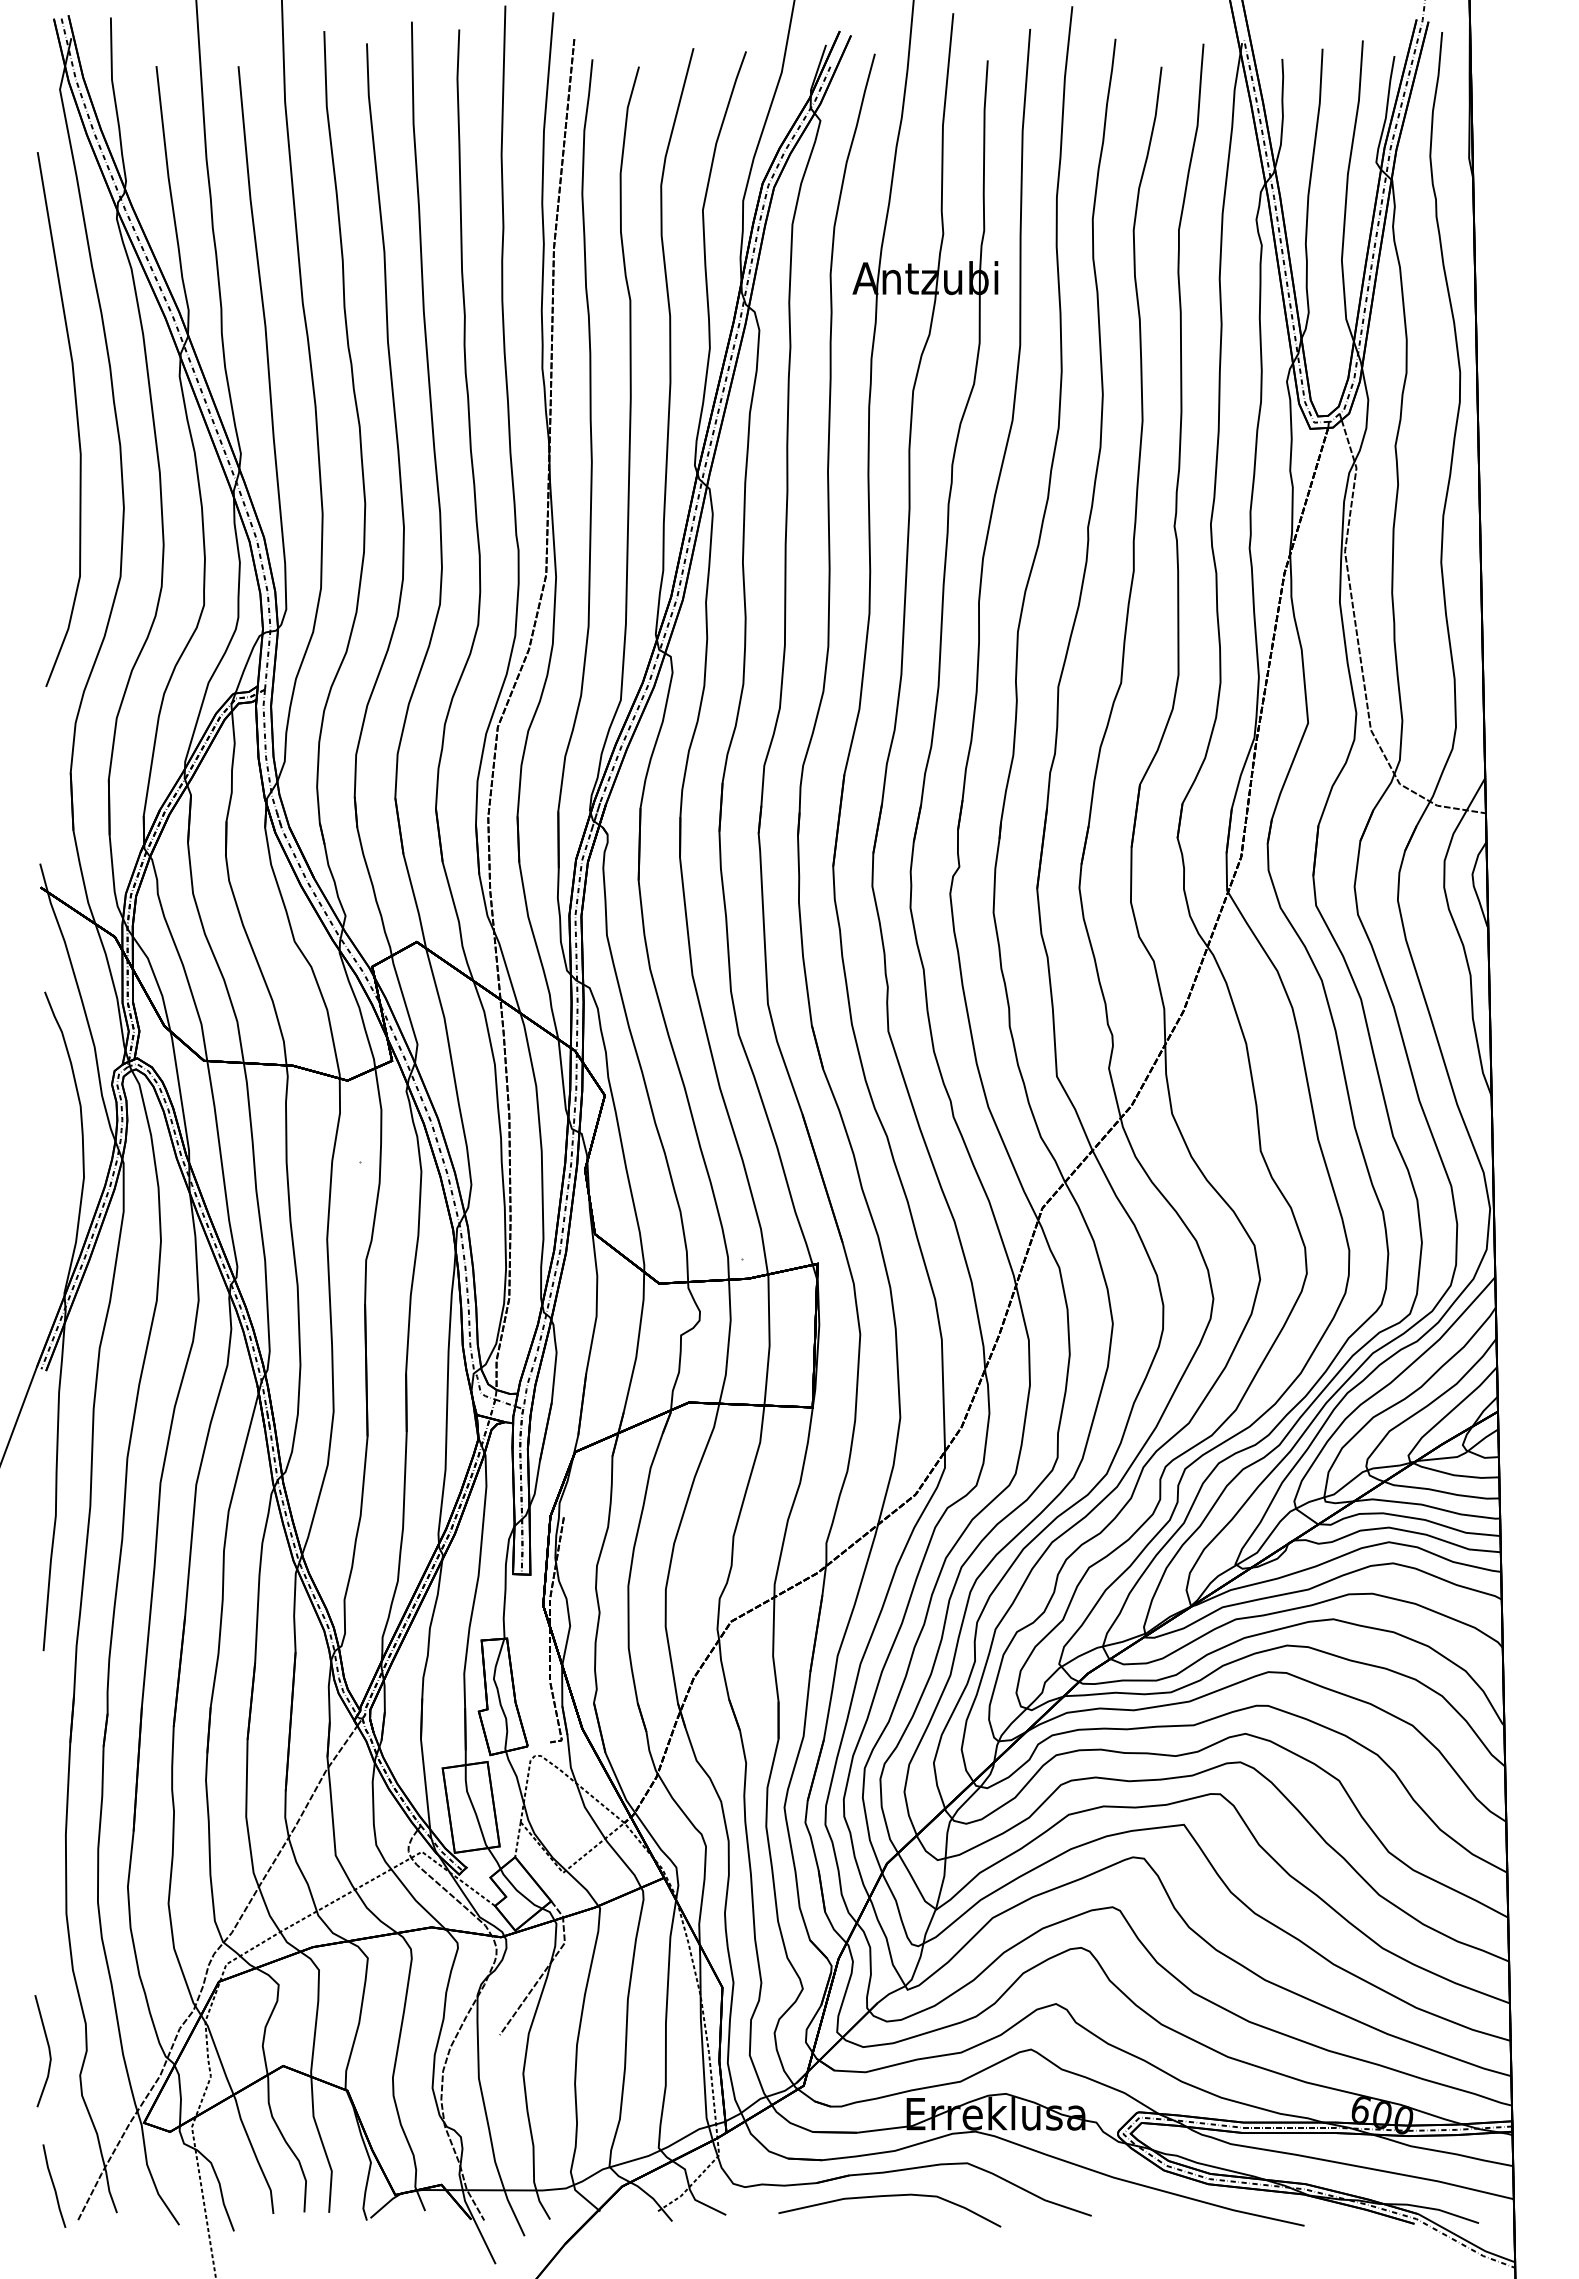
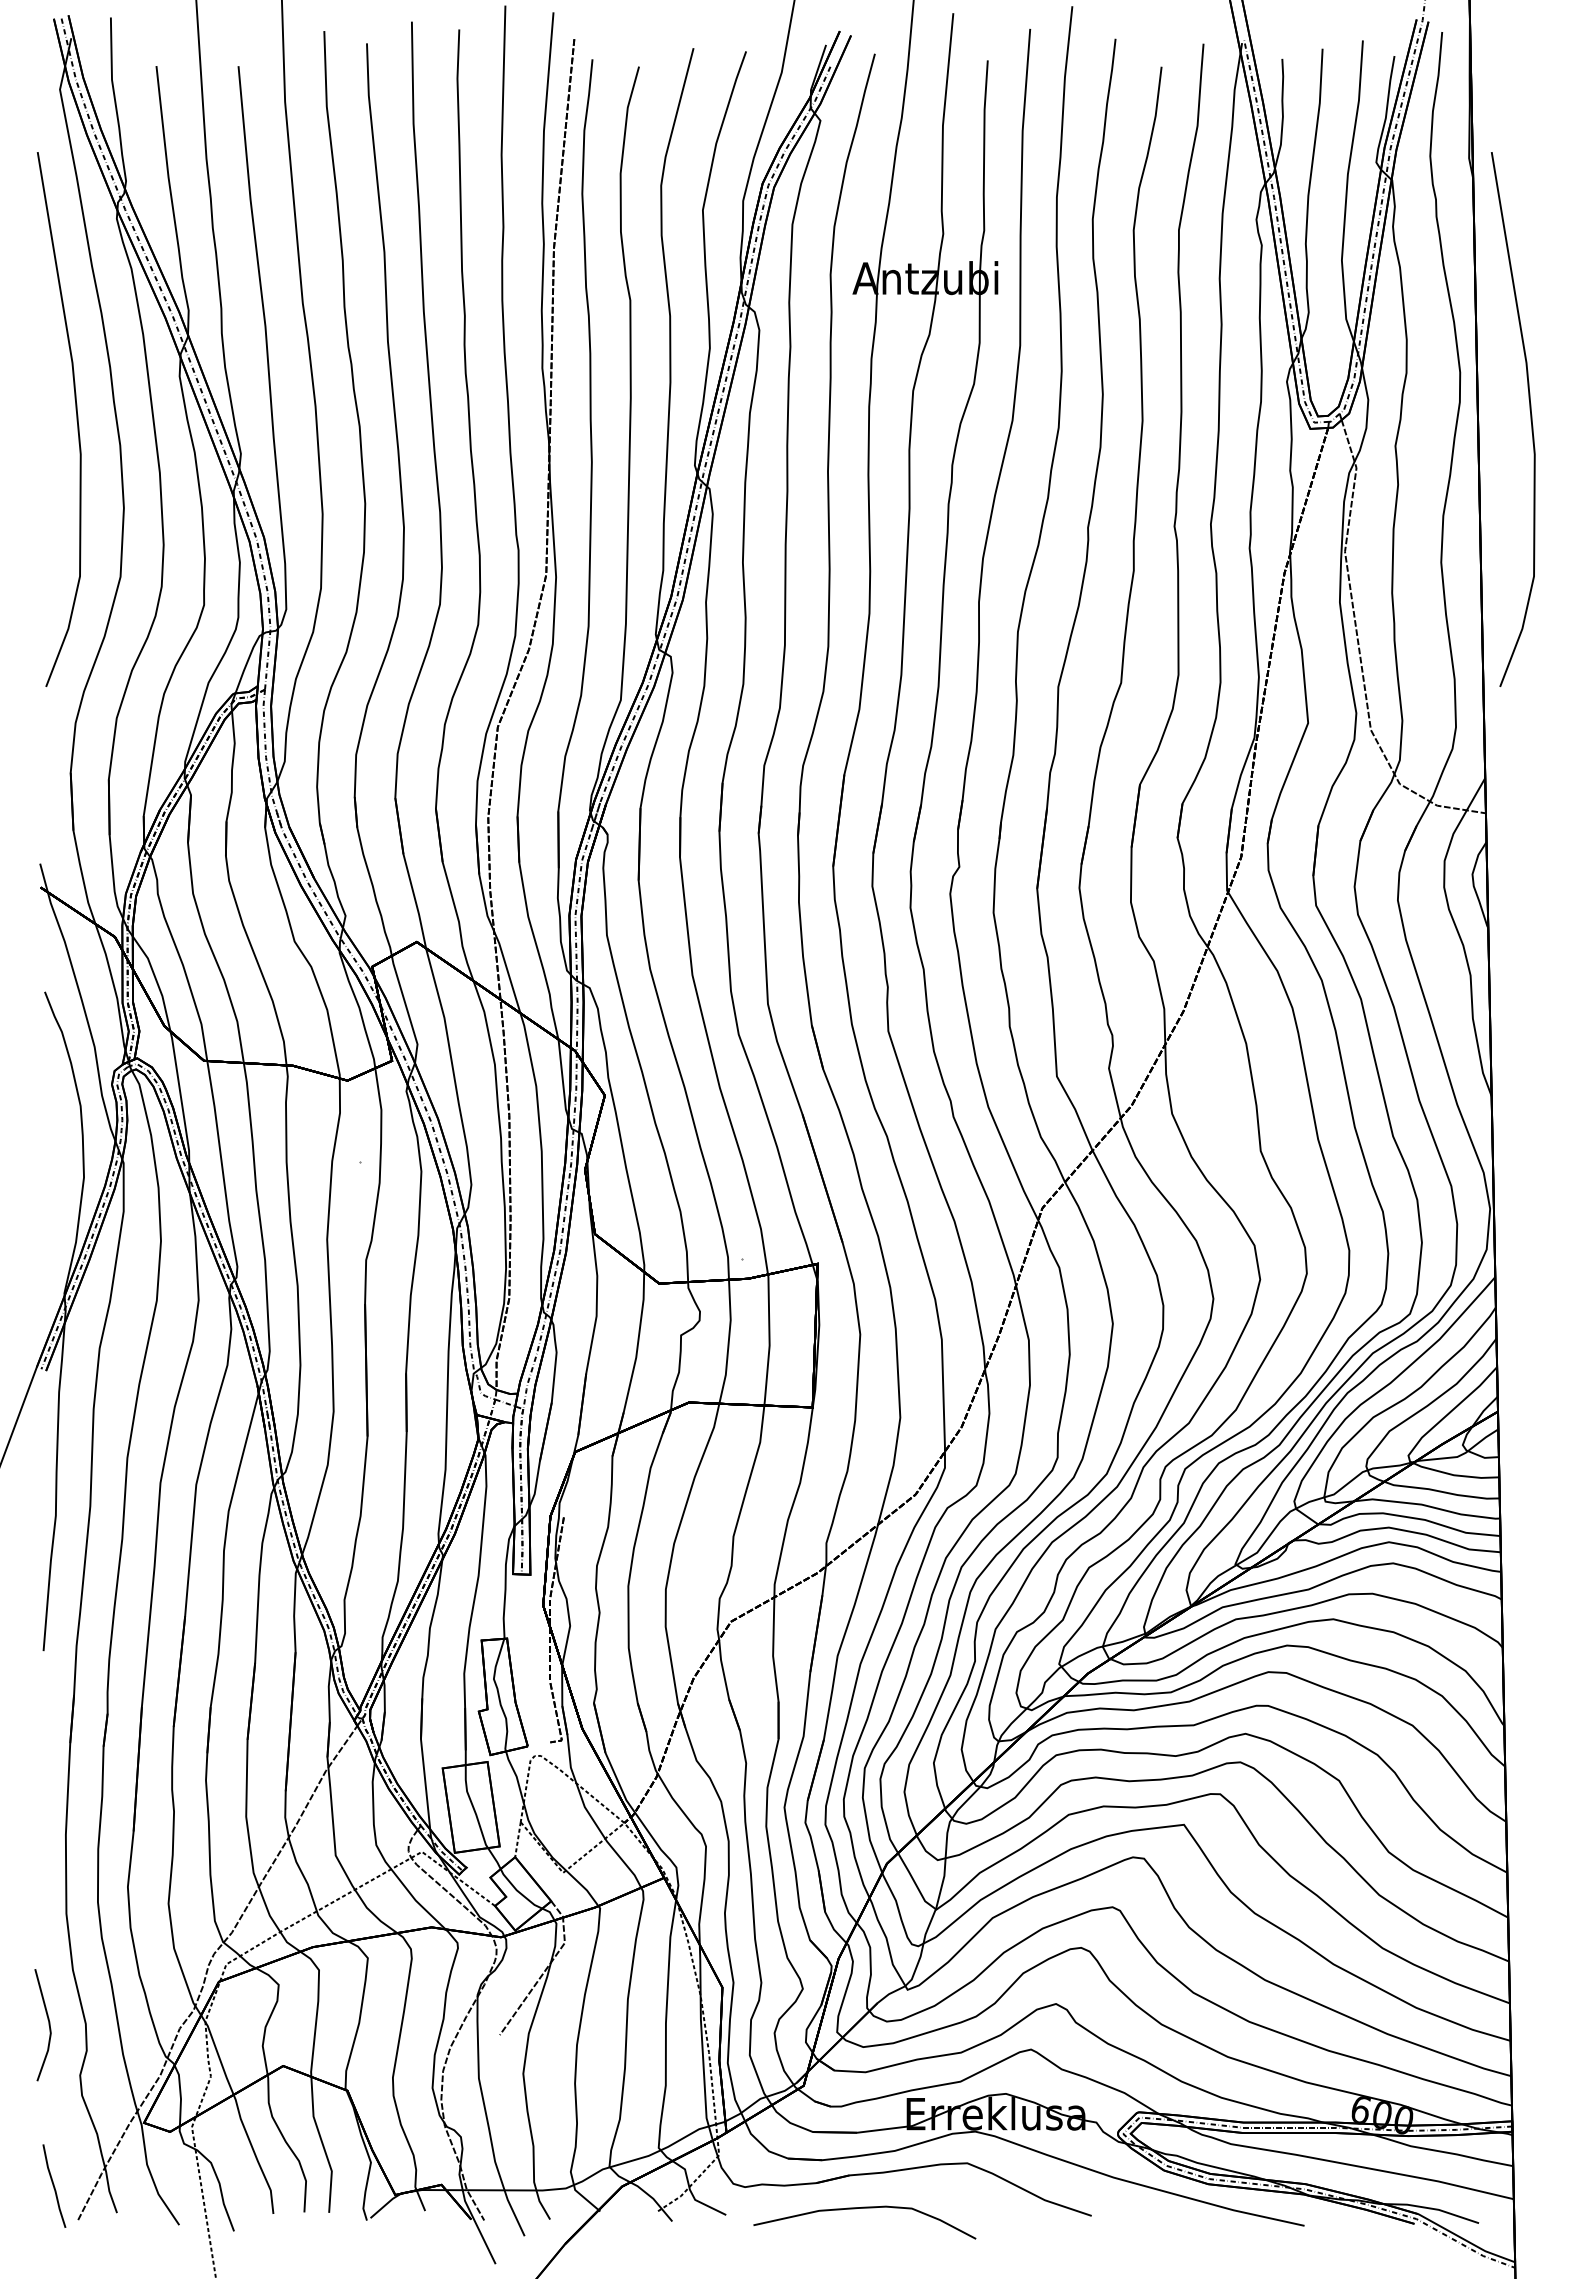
curve at (1530, 419): none -> present
line at (48, 2051) position: (48, 2051) -> (48, 2025)
curve at (889, 2196) position: (889, 2196) -> (864, 2208)
